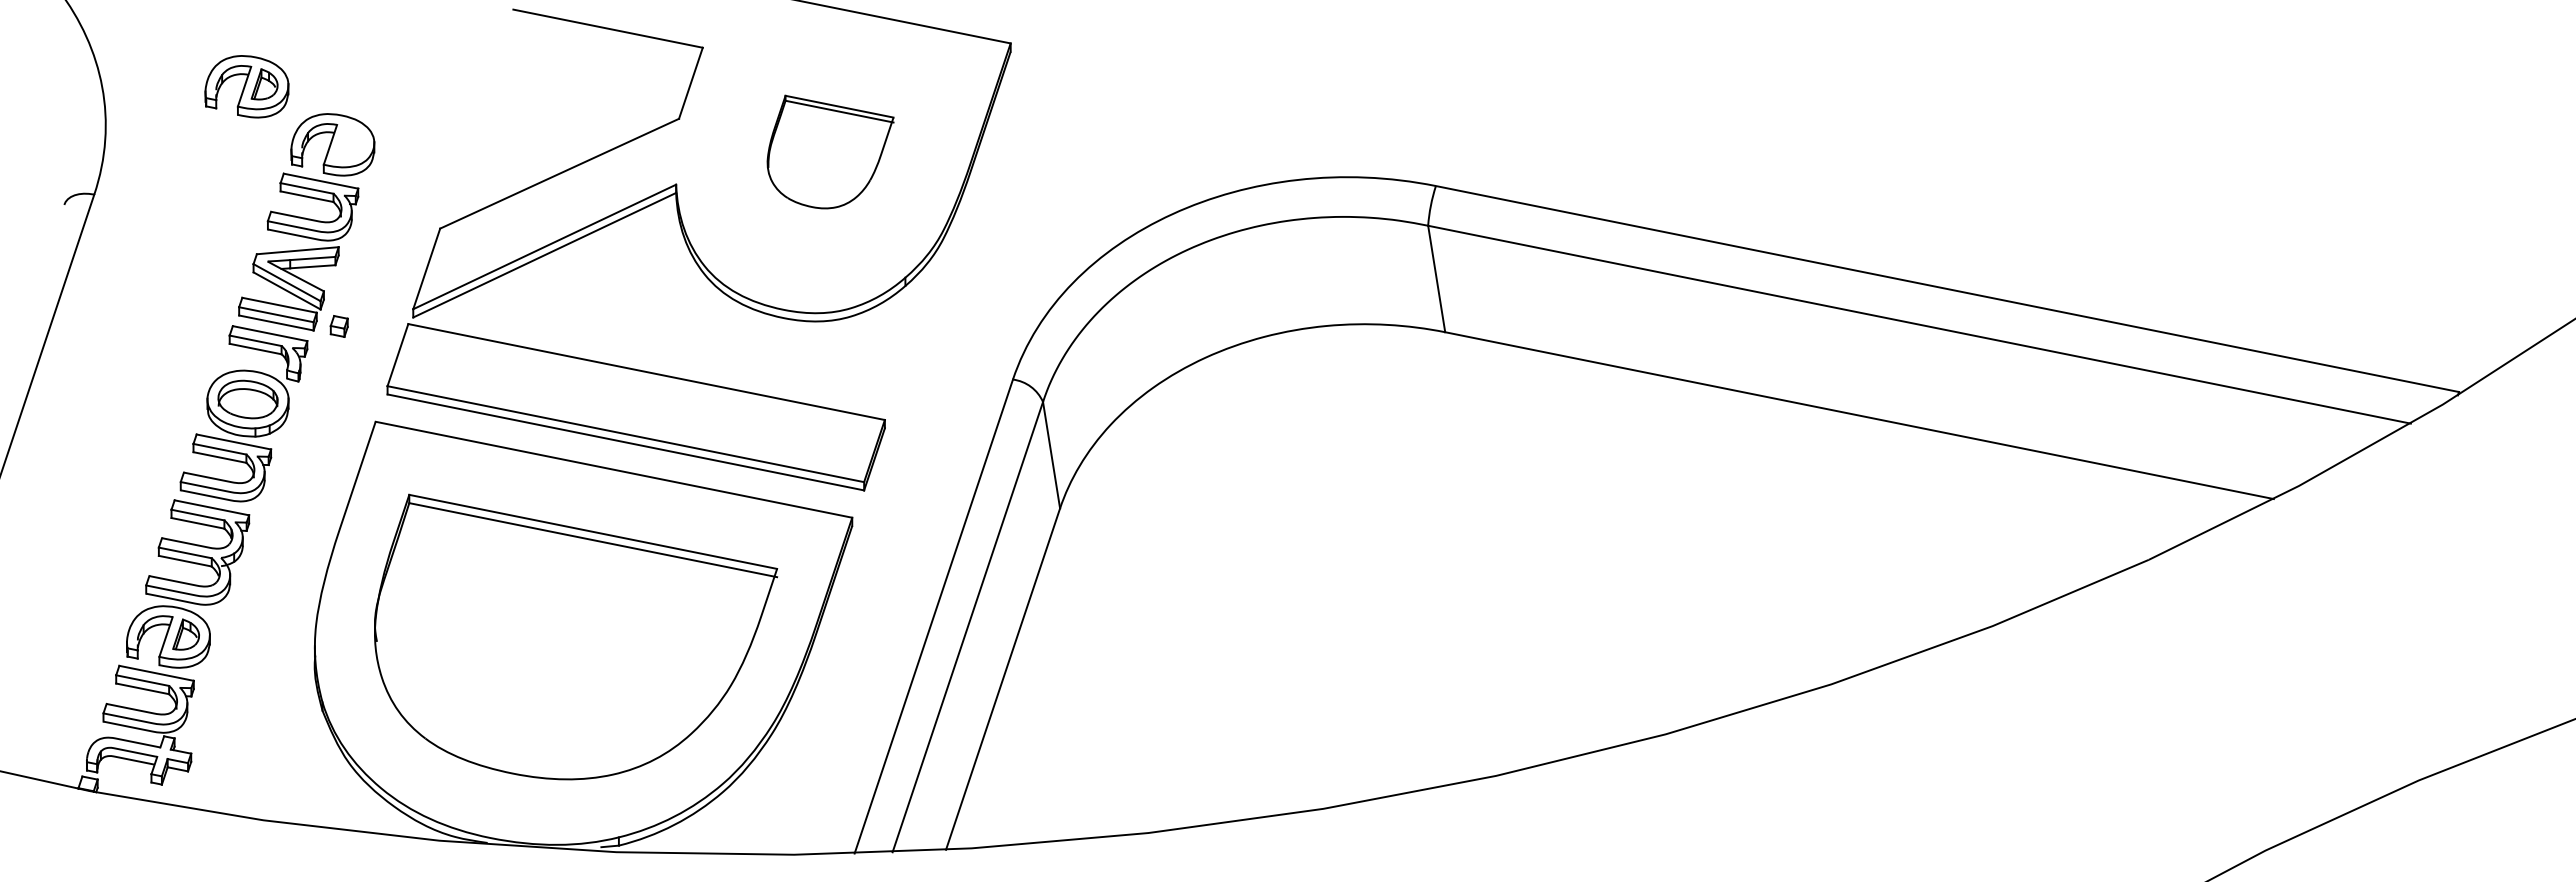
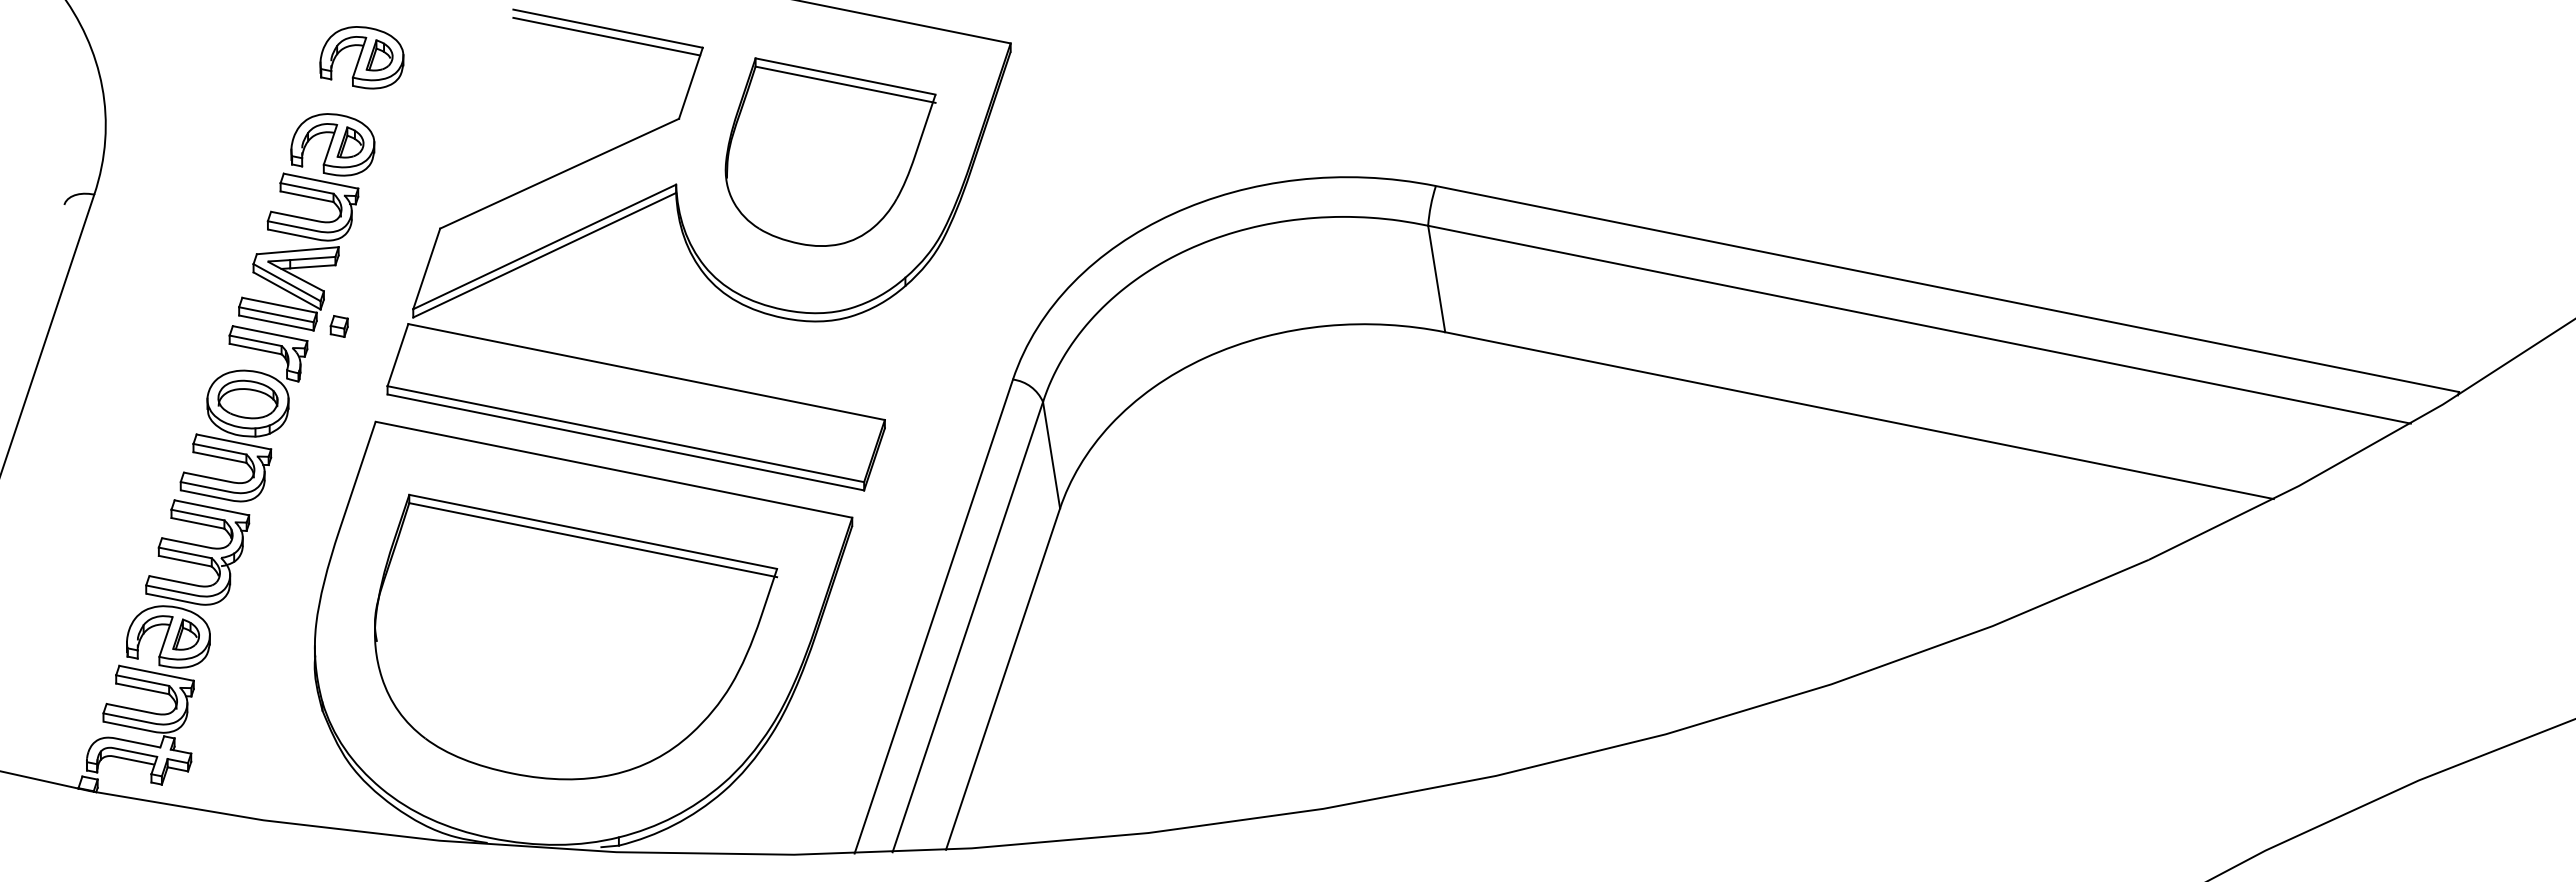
line at (606, 36): none -> present
part at (246, 86) position: (246, 86) -> (361, 57)
part at (350, 142): none -> present
part at (830, 151) size: 129x116 px -> 213x190 px
